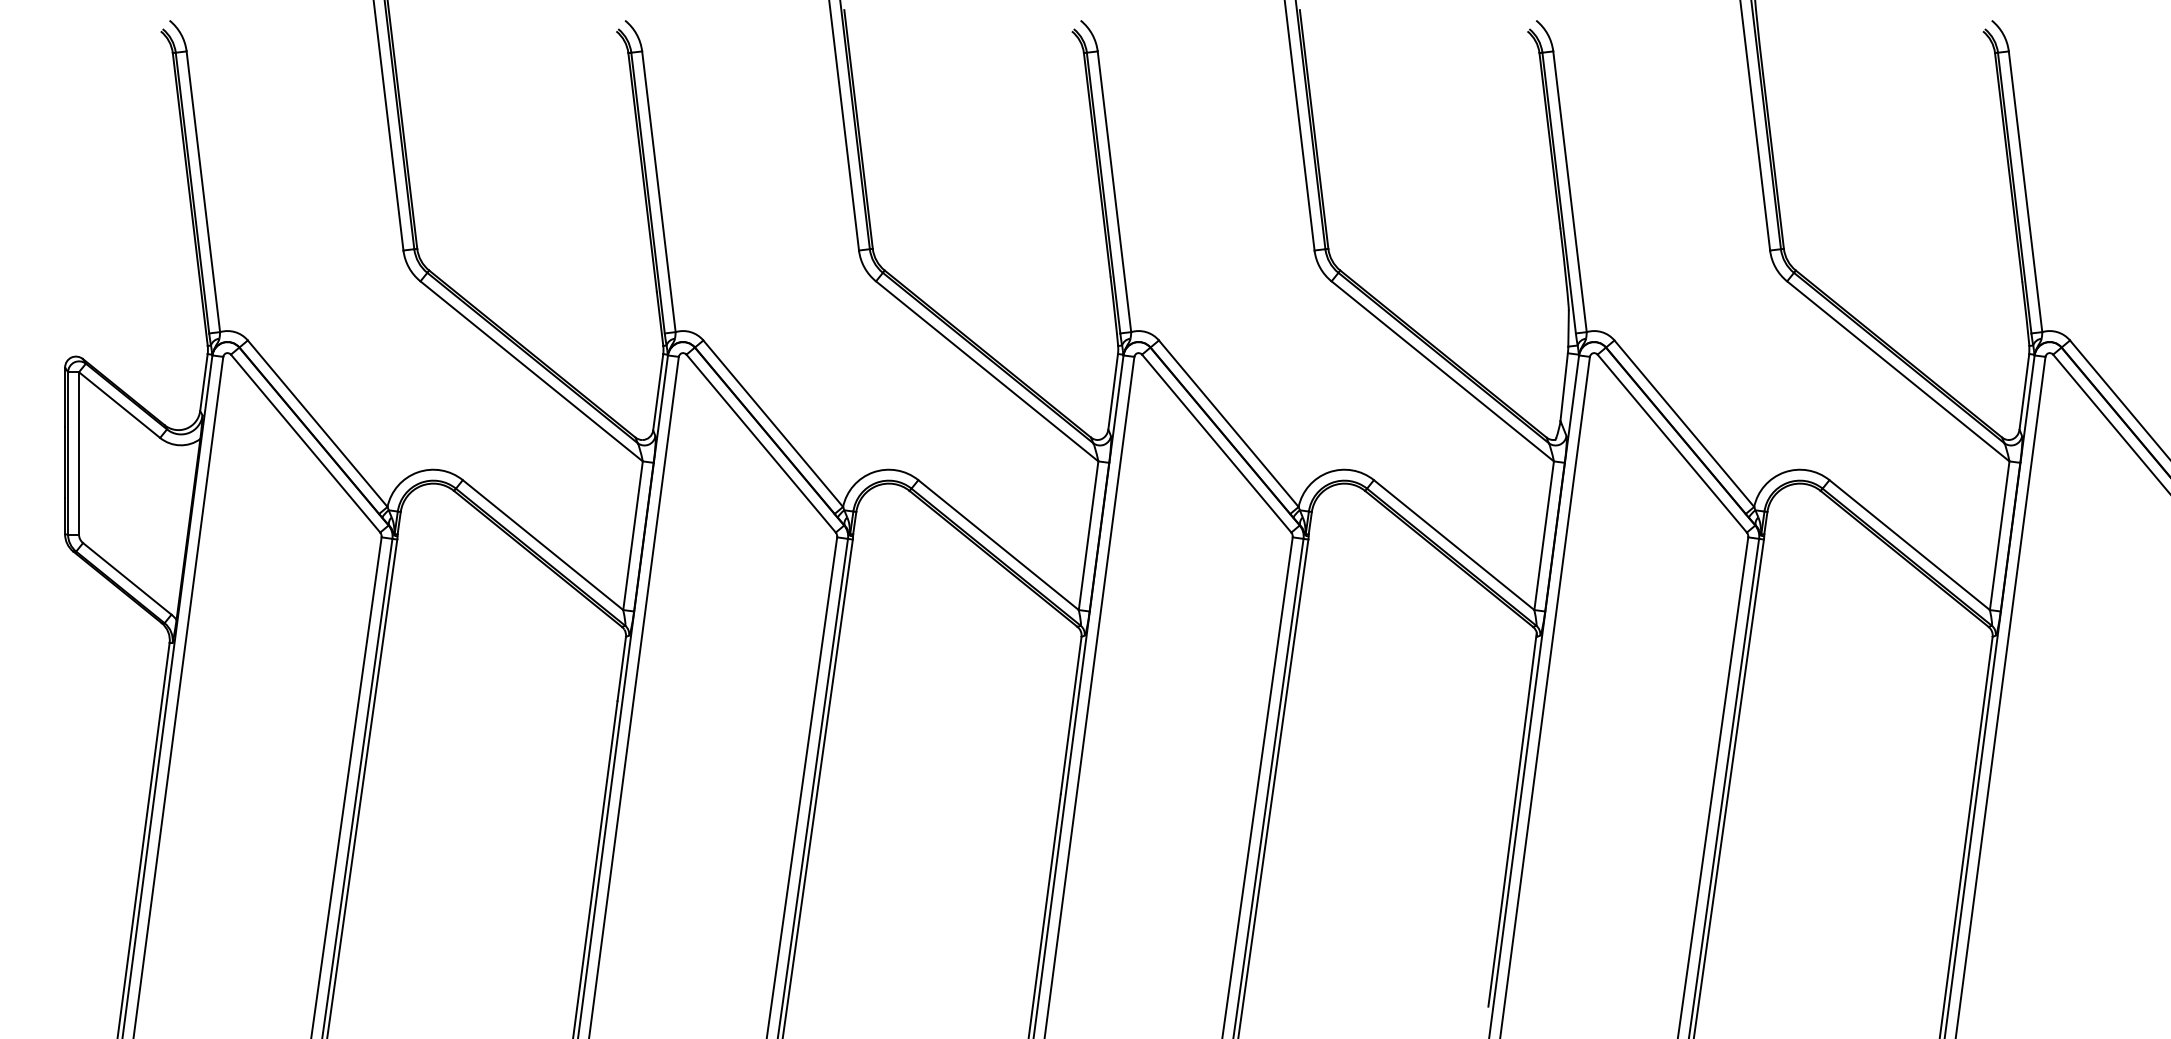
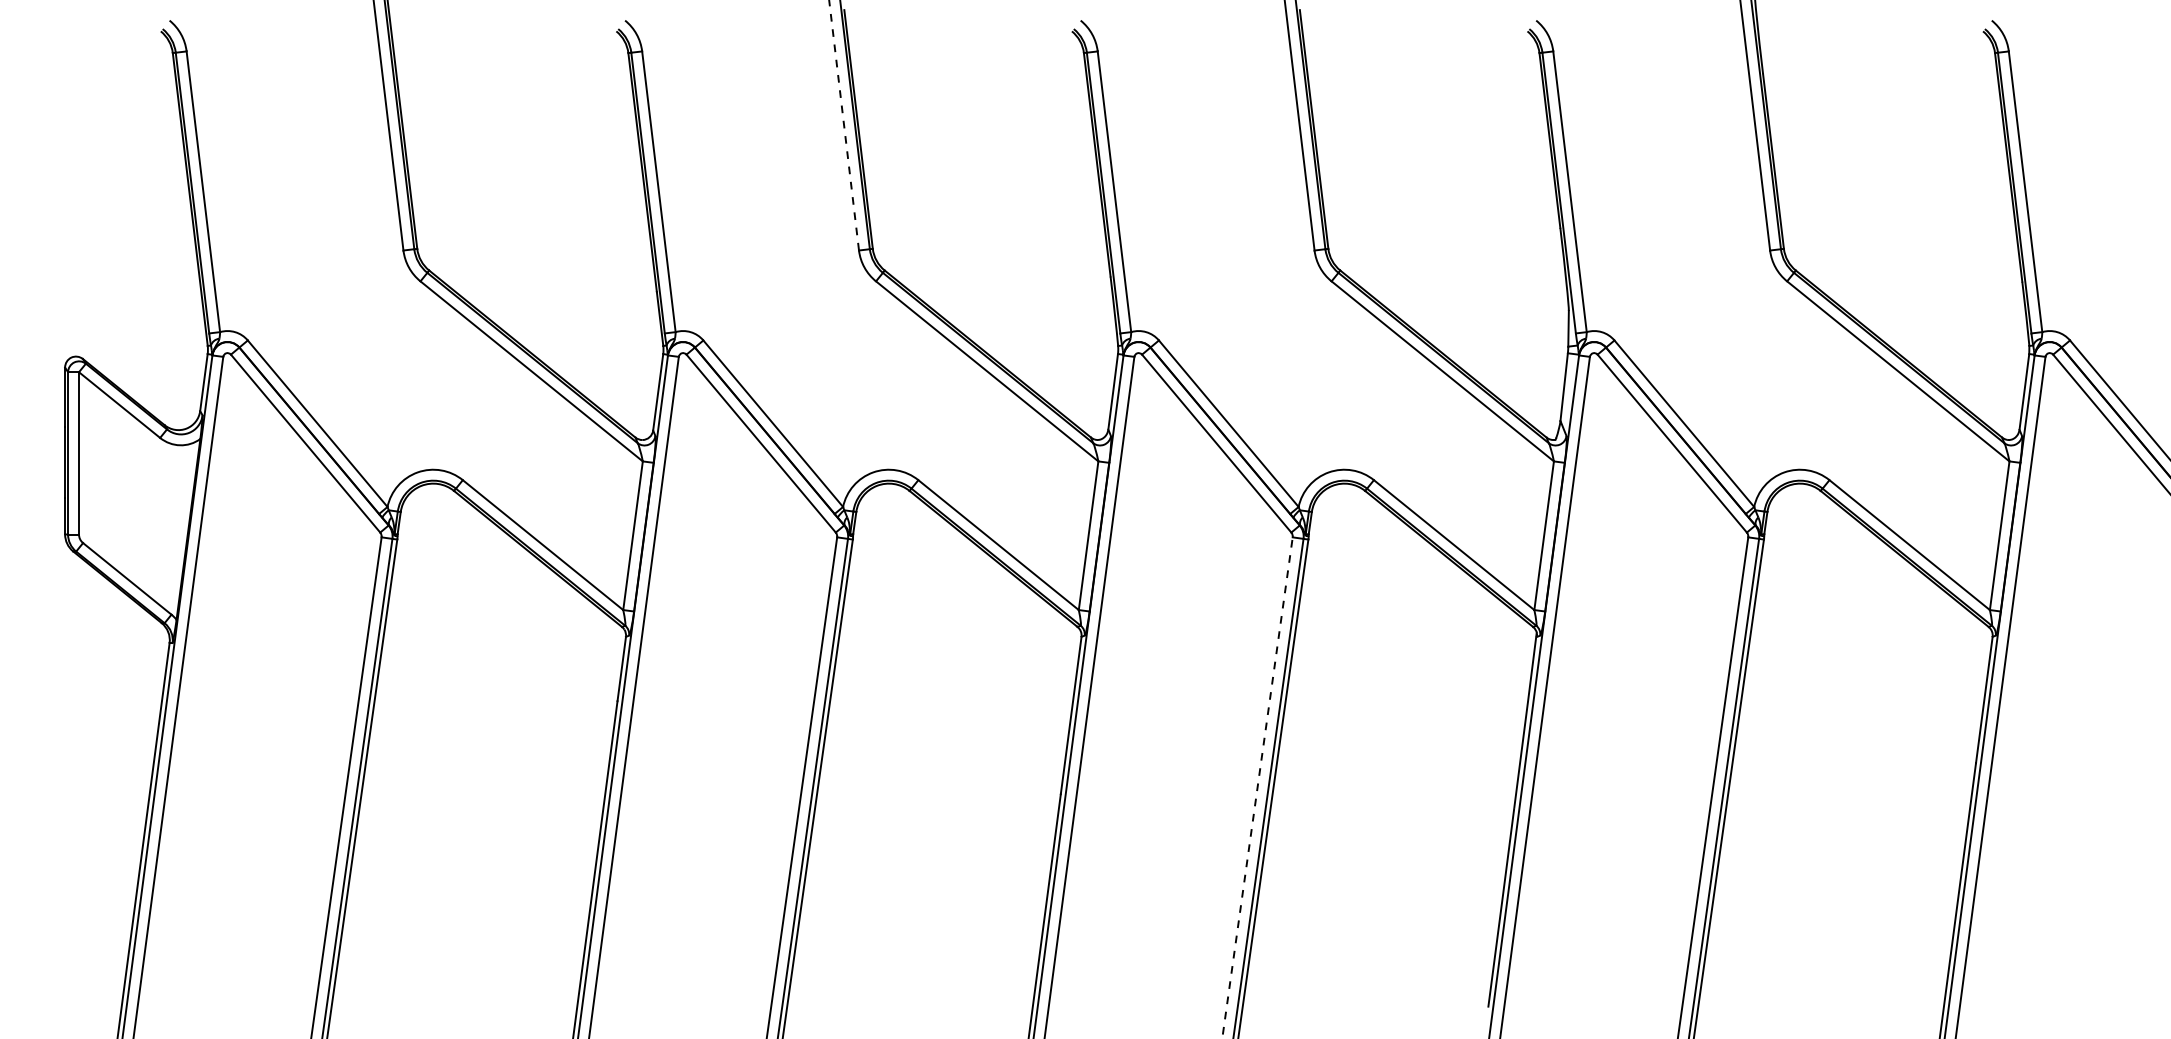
line at (844, 125): solid -> dashed
line at (1257, 787): solid -> dashed
